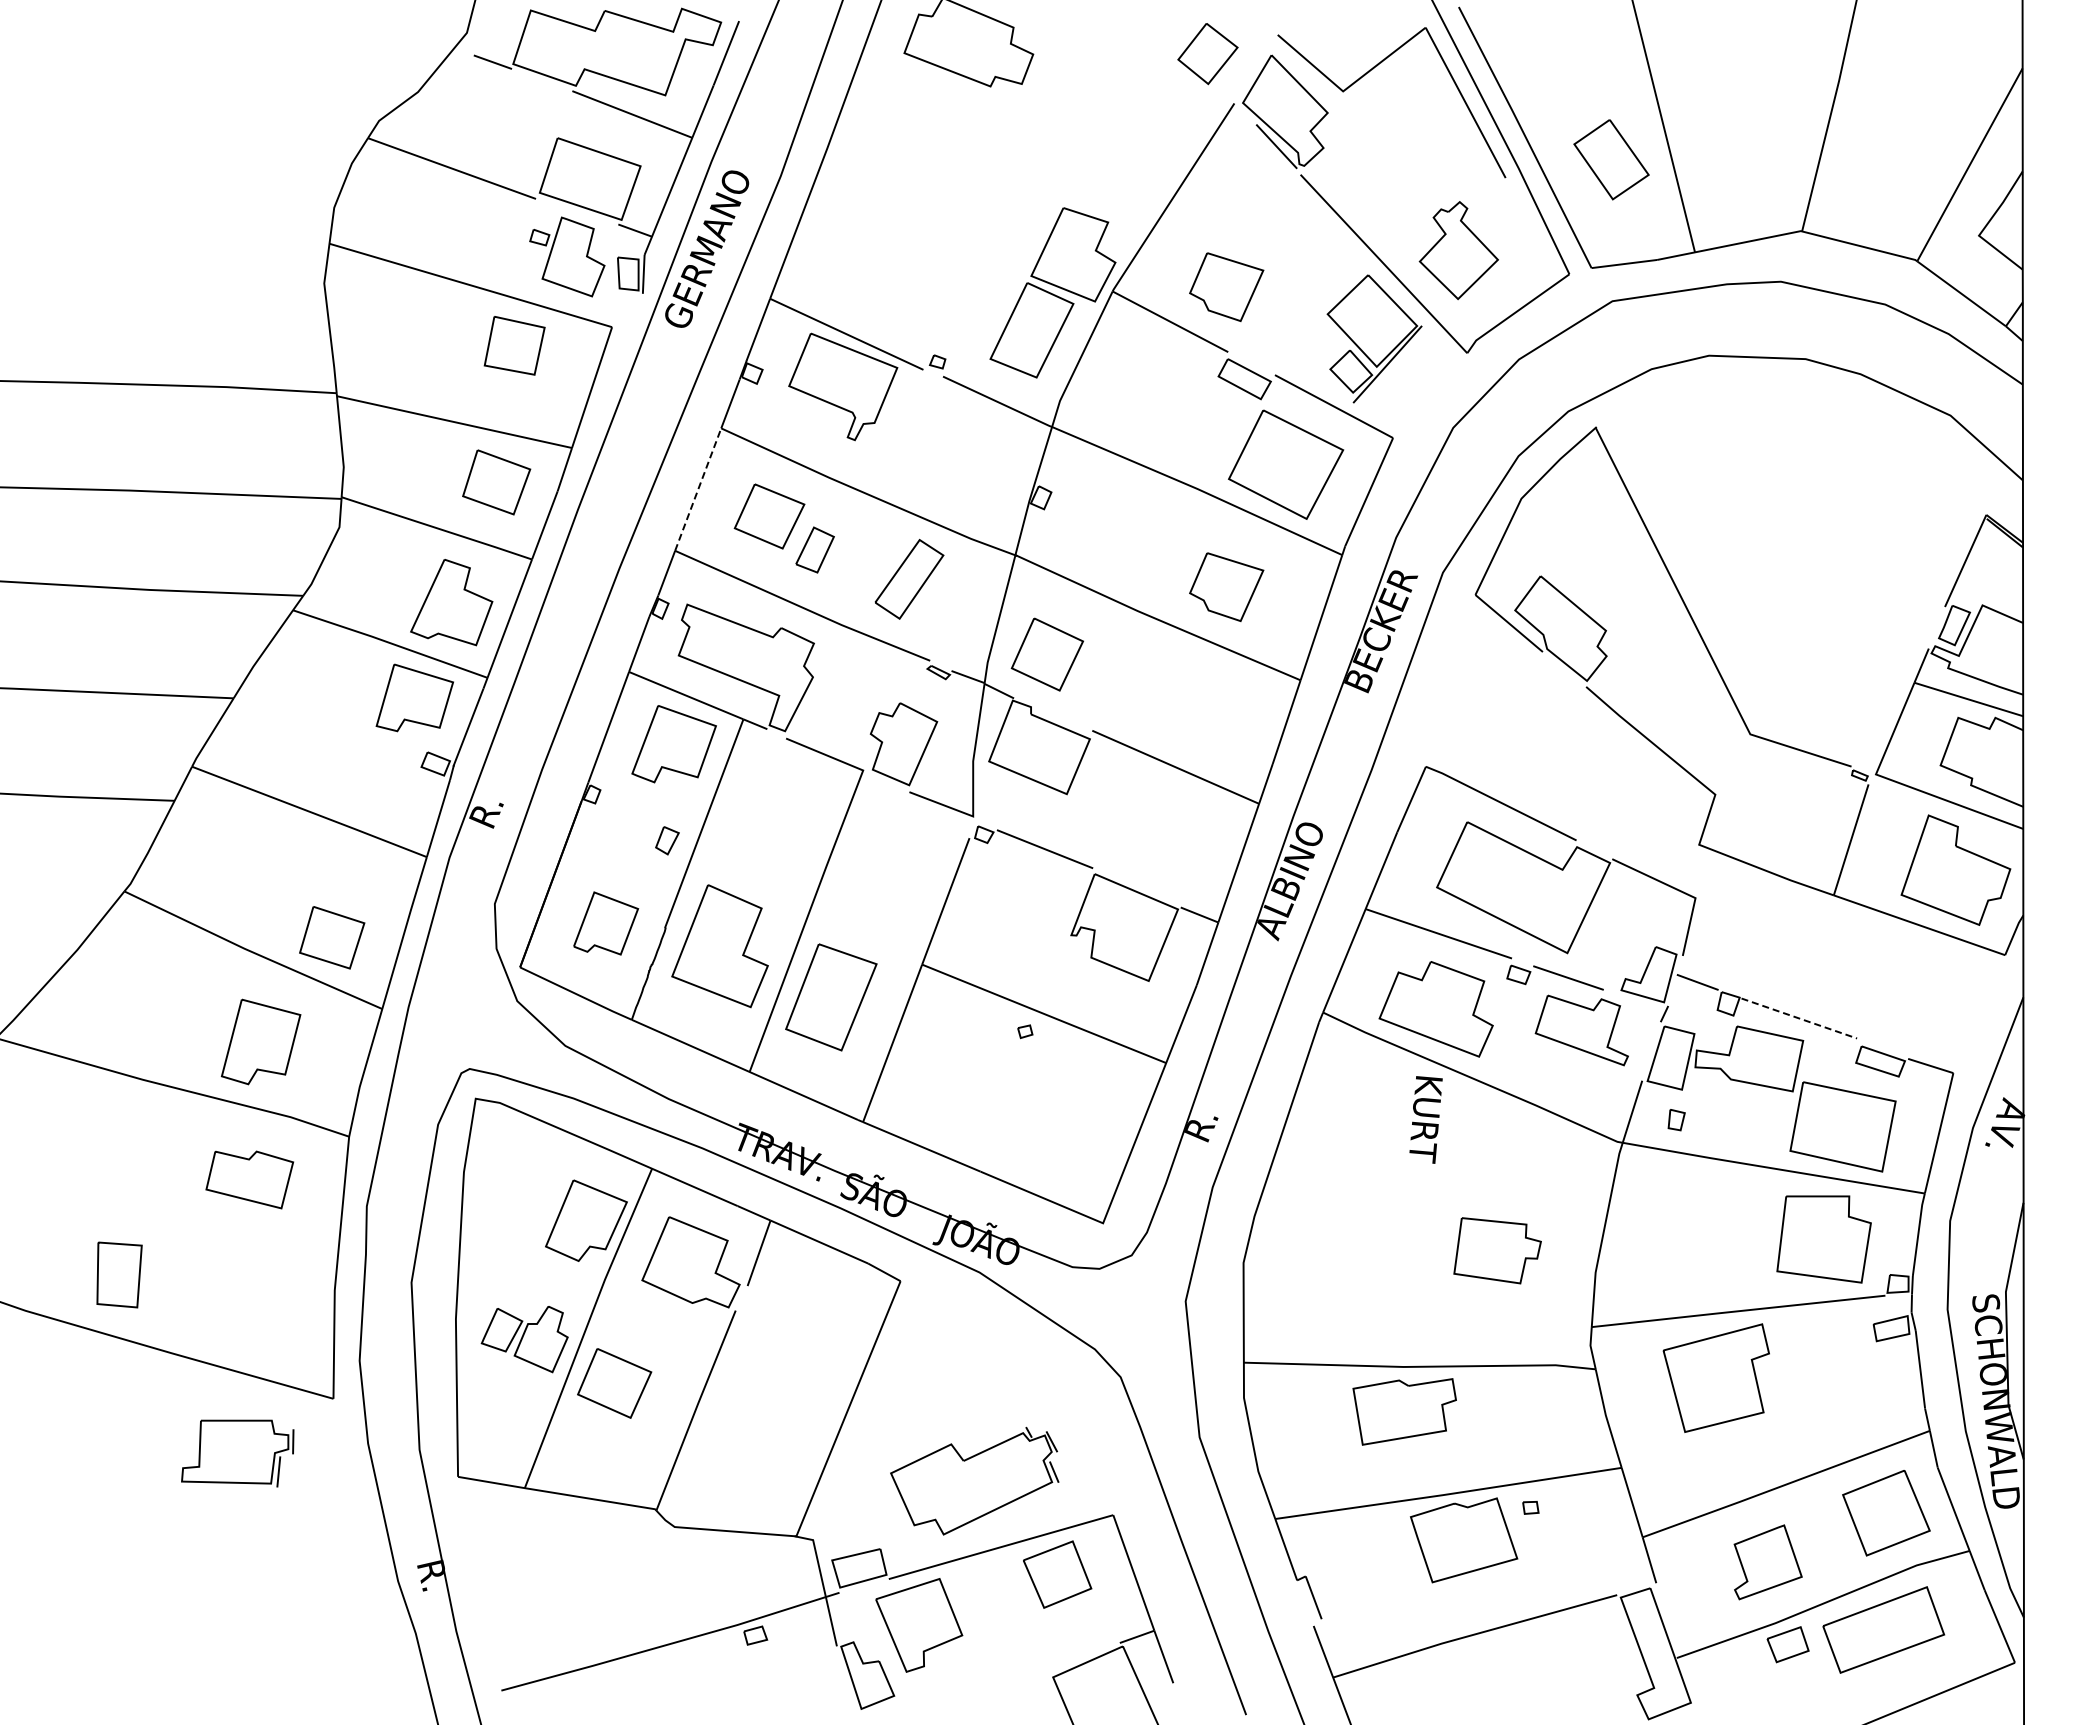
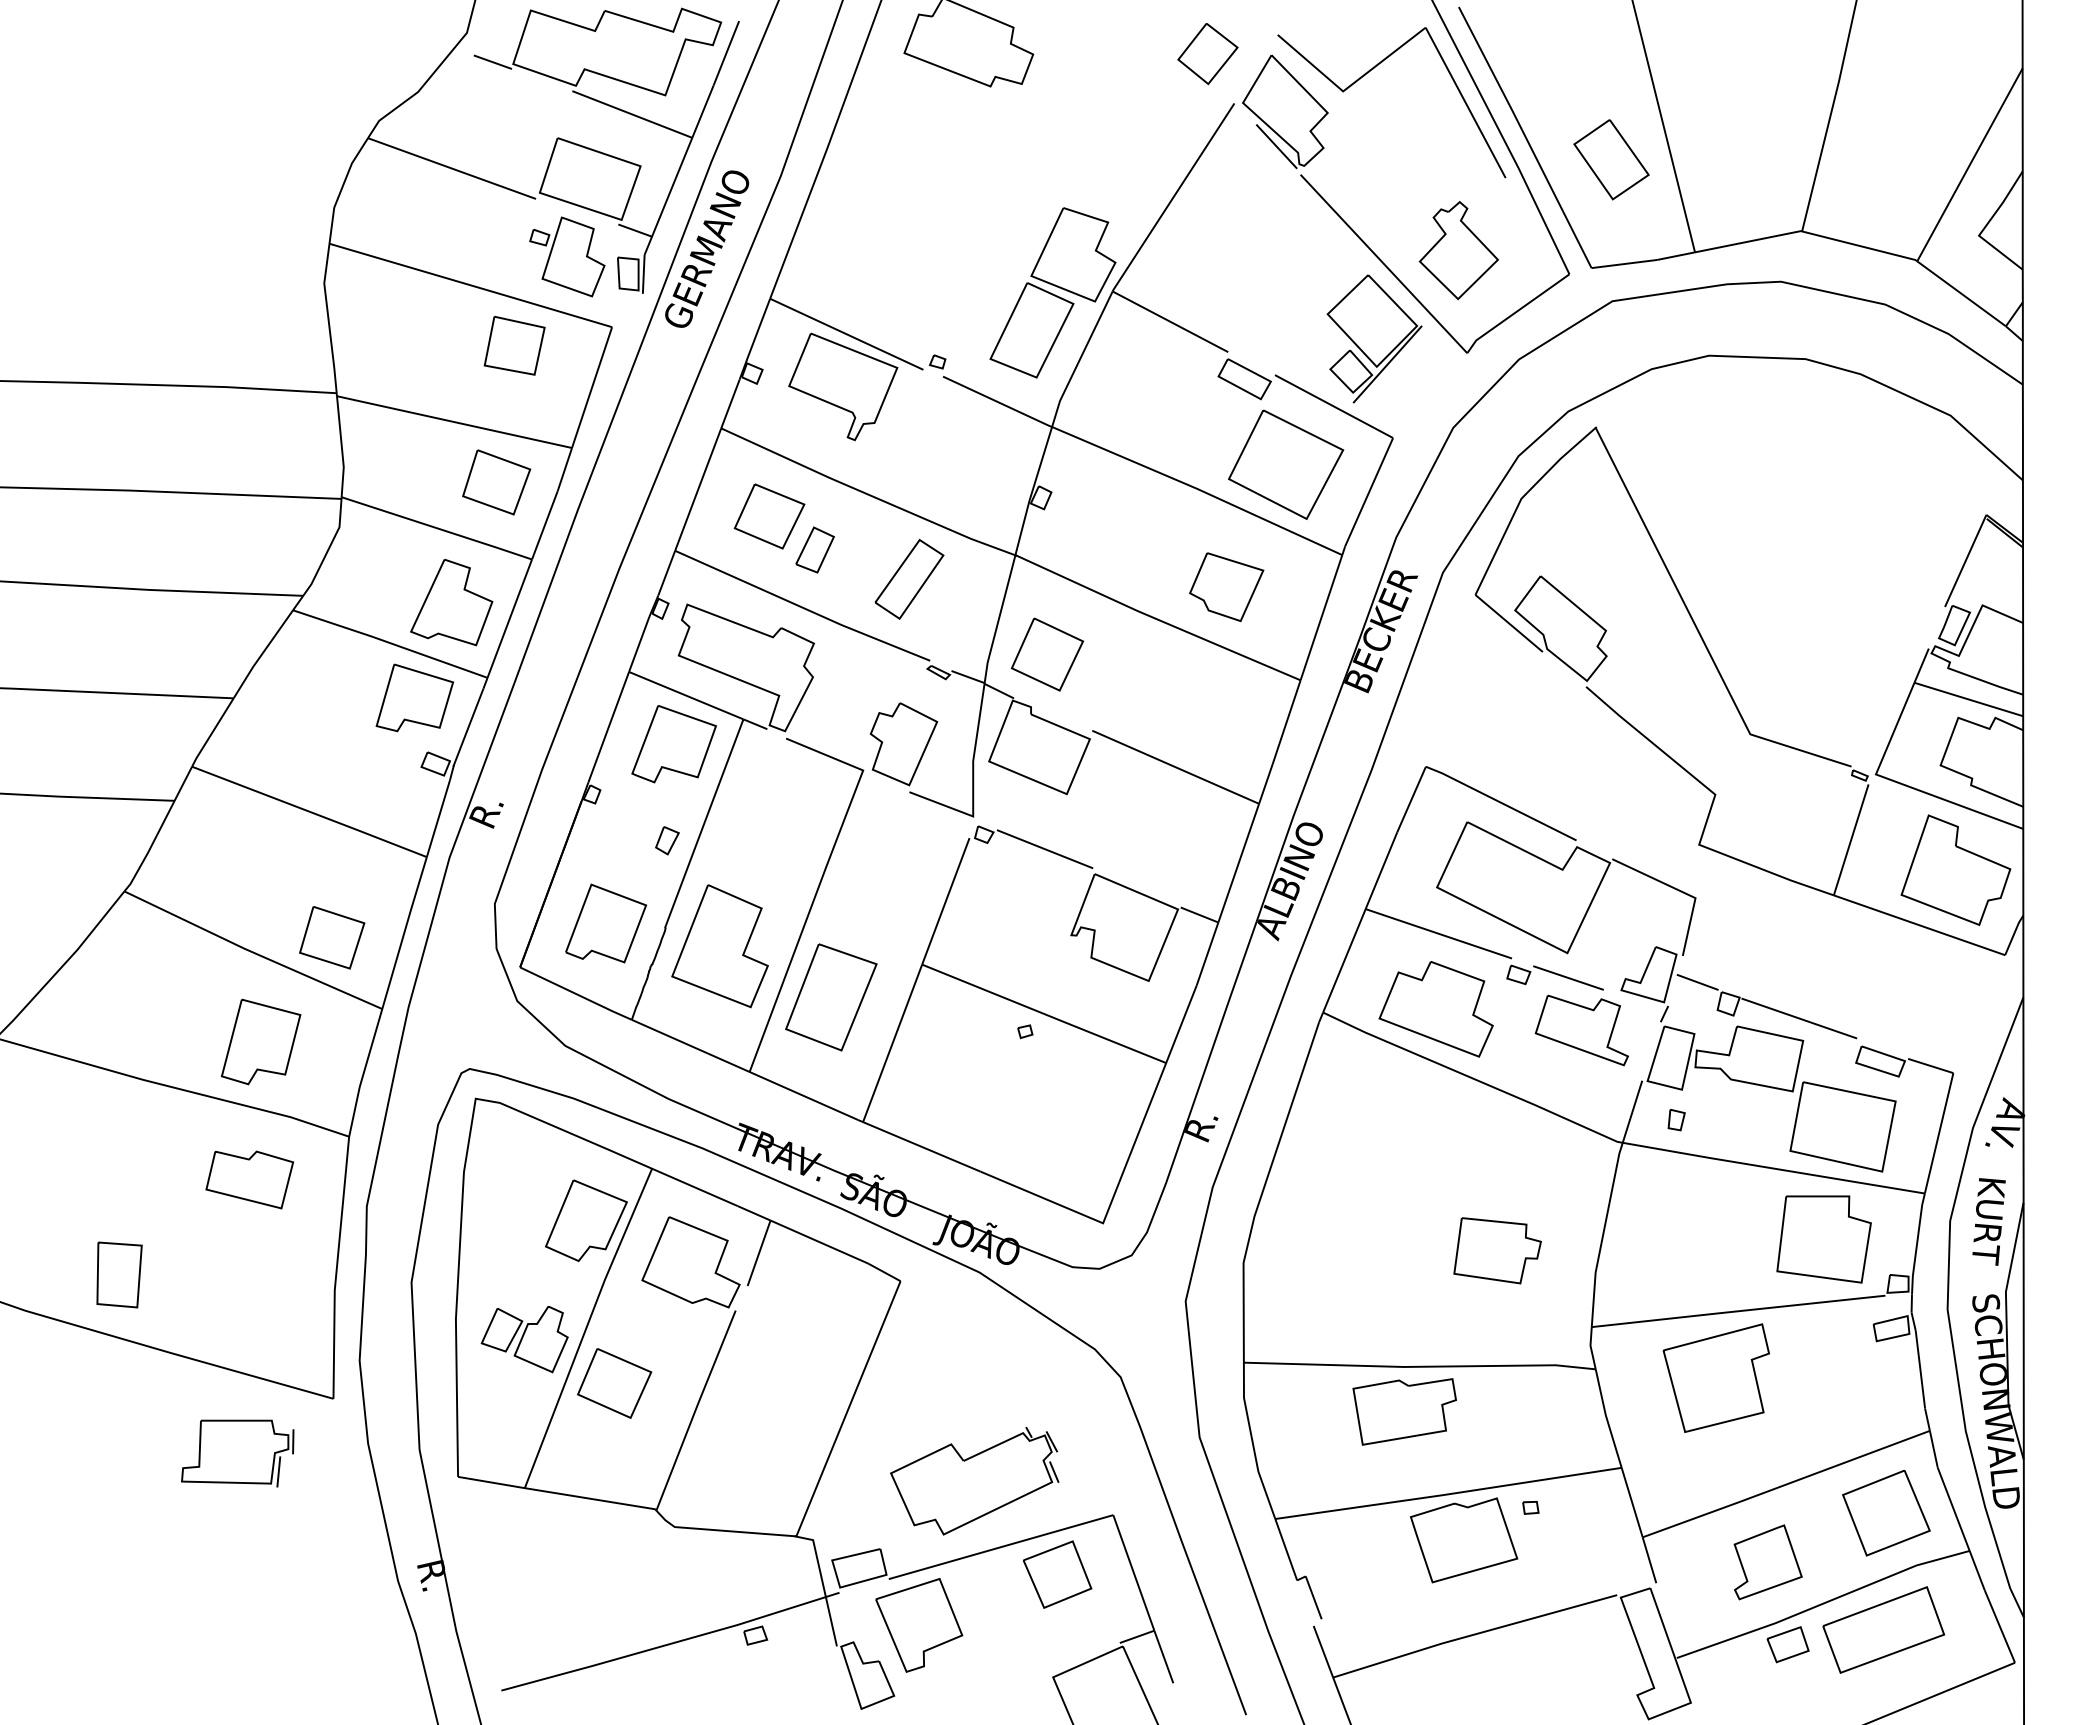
part at (1226, 286): present -> none
line at (698, 489): dashed -> solid
part at (606, 923) size: 67x65 px -> 82x81 px
line at (1799, 1018): dashed -> solid
text at (1425, 1119) position: (1425, 1119) -> (1988, 1221)
